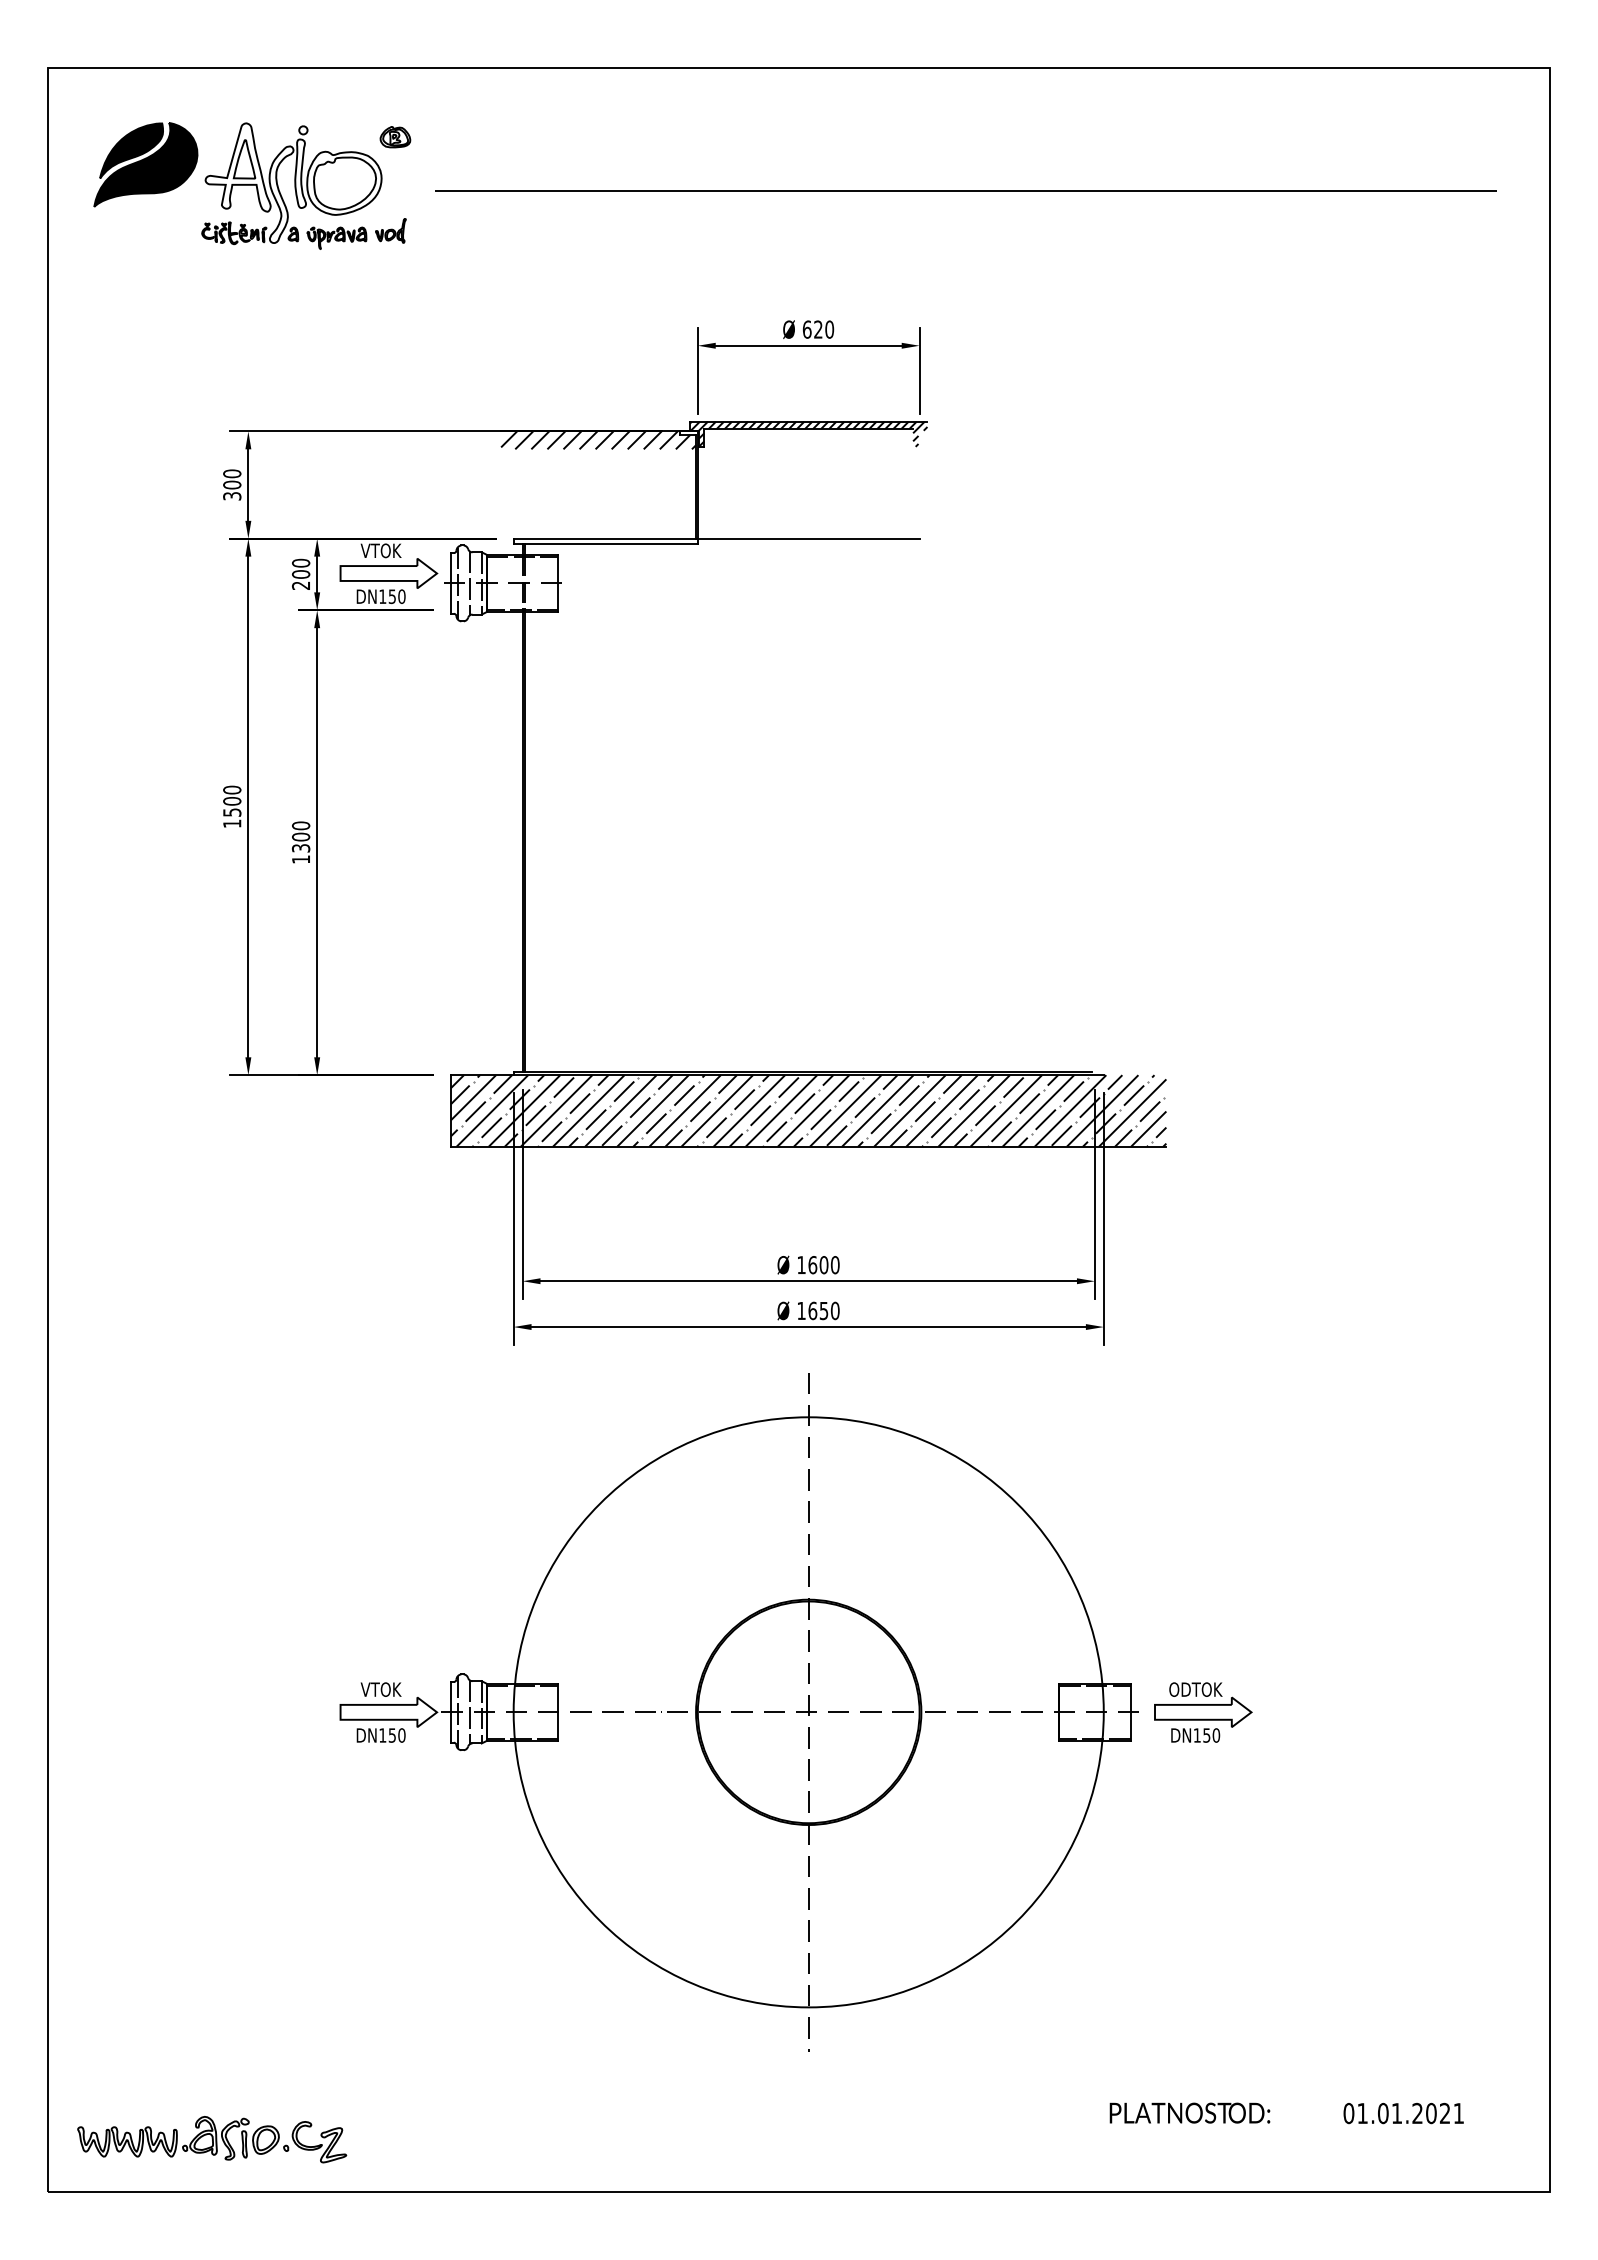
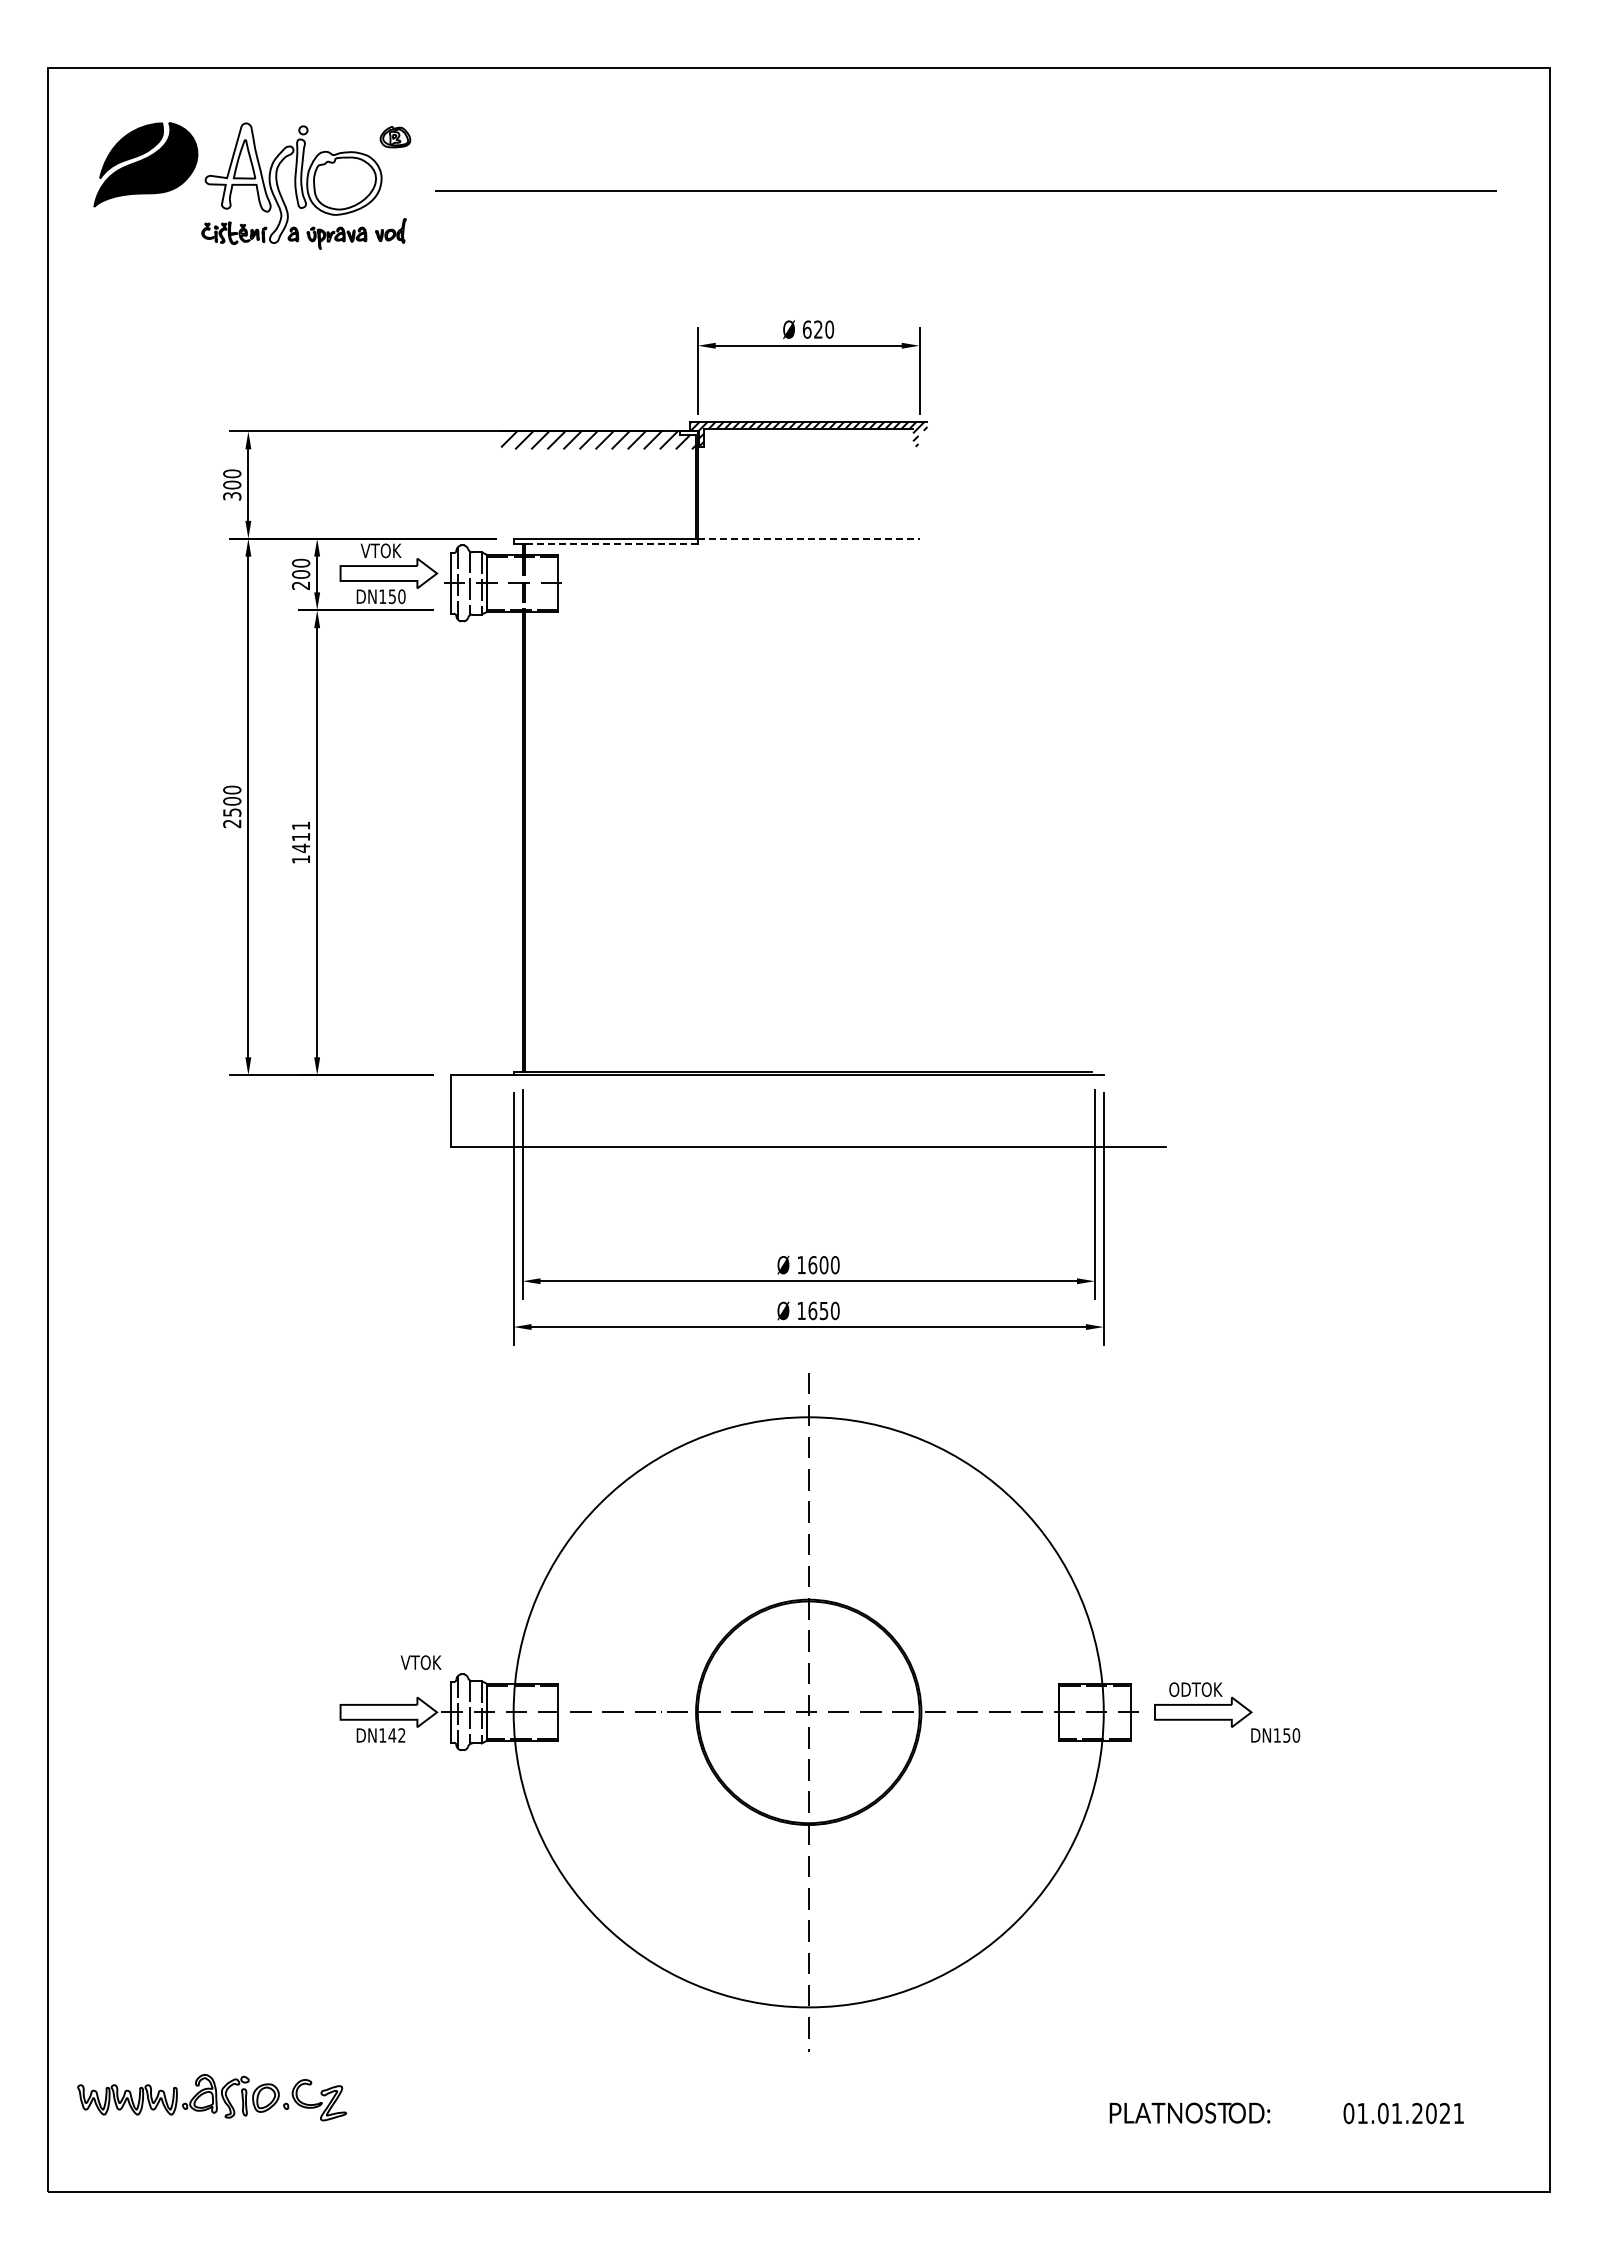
line at (808, 538): solid -> dashed
line at (611, 544): solid -> dashed
text at (232, 823): 1500 -> 2500
text at (300, 837): 1300 -> 1411
hatch at (808, 1110): present -> none
text at (380, 1689) position: (380, 1689) -> (420, 1662)
text at (396, 1735): DN150 -> DN142
text at (1195, 1735) position: (1195, 1735) -> (1275, 1735)
part at (212, 2139) position: (212, 2139) -> (212, 2097)
